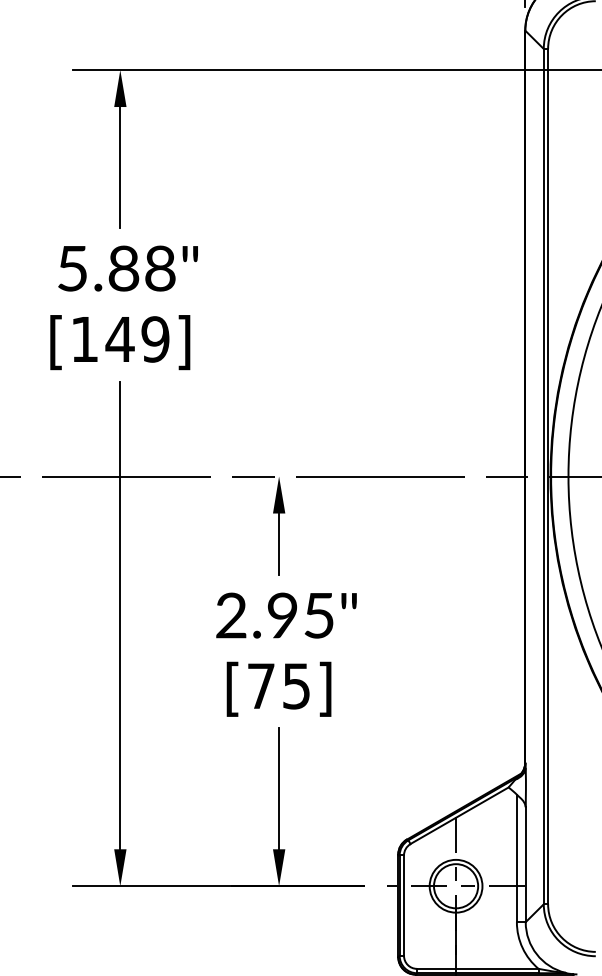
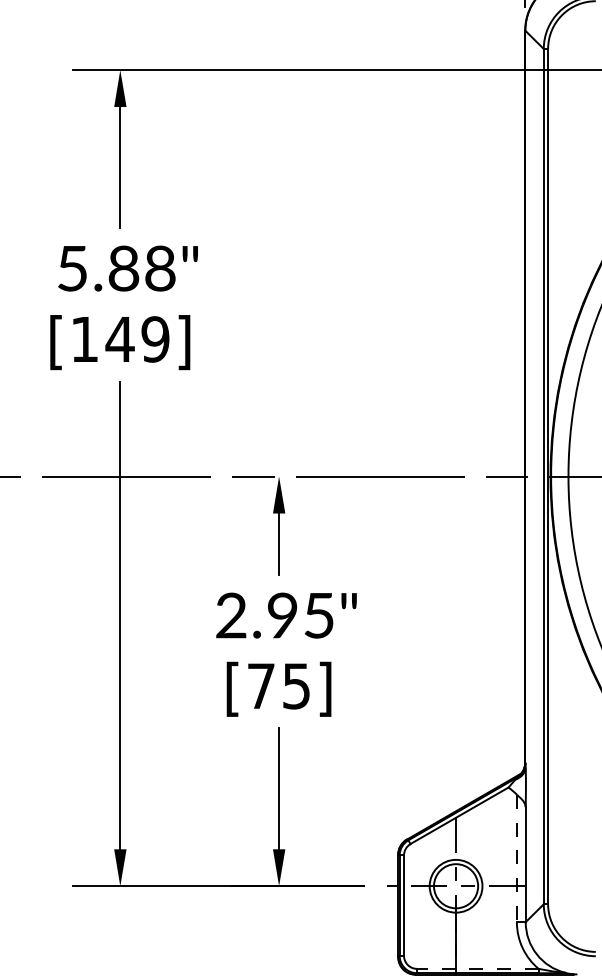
line at (517, 858): solid -> dashed
line at (477, 968): solid -> dashed
